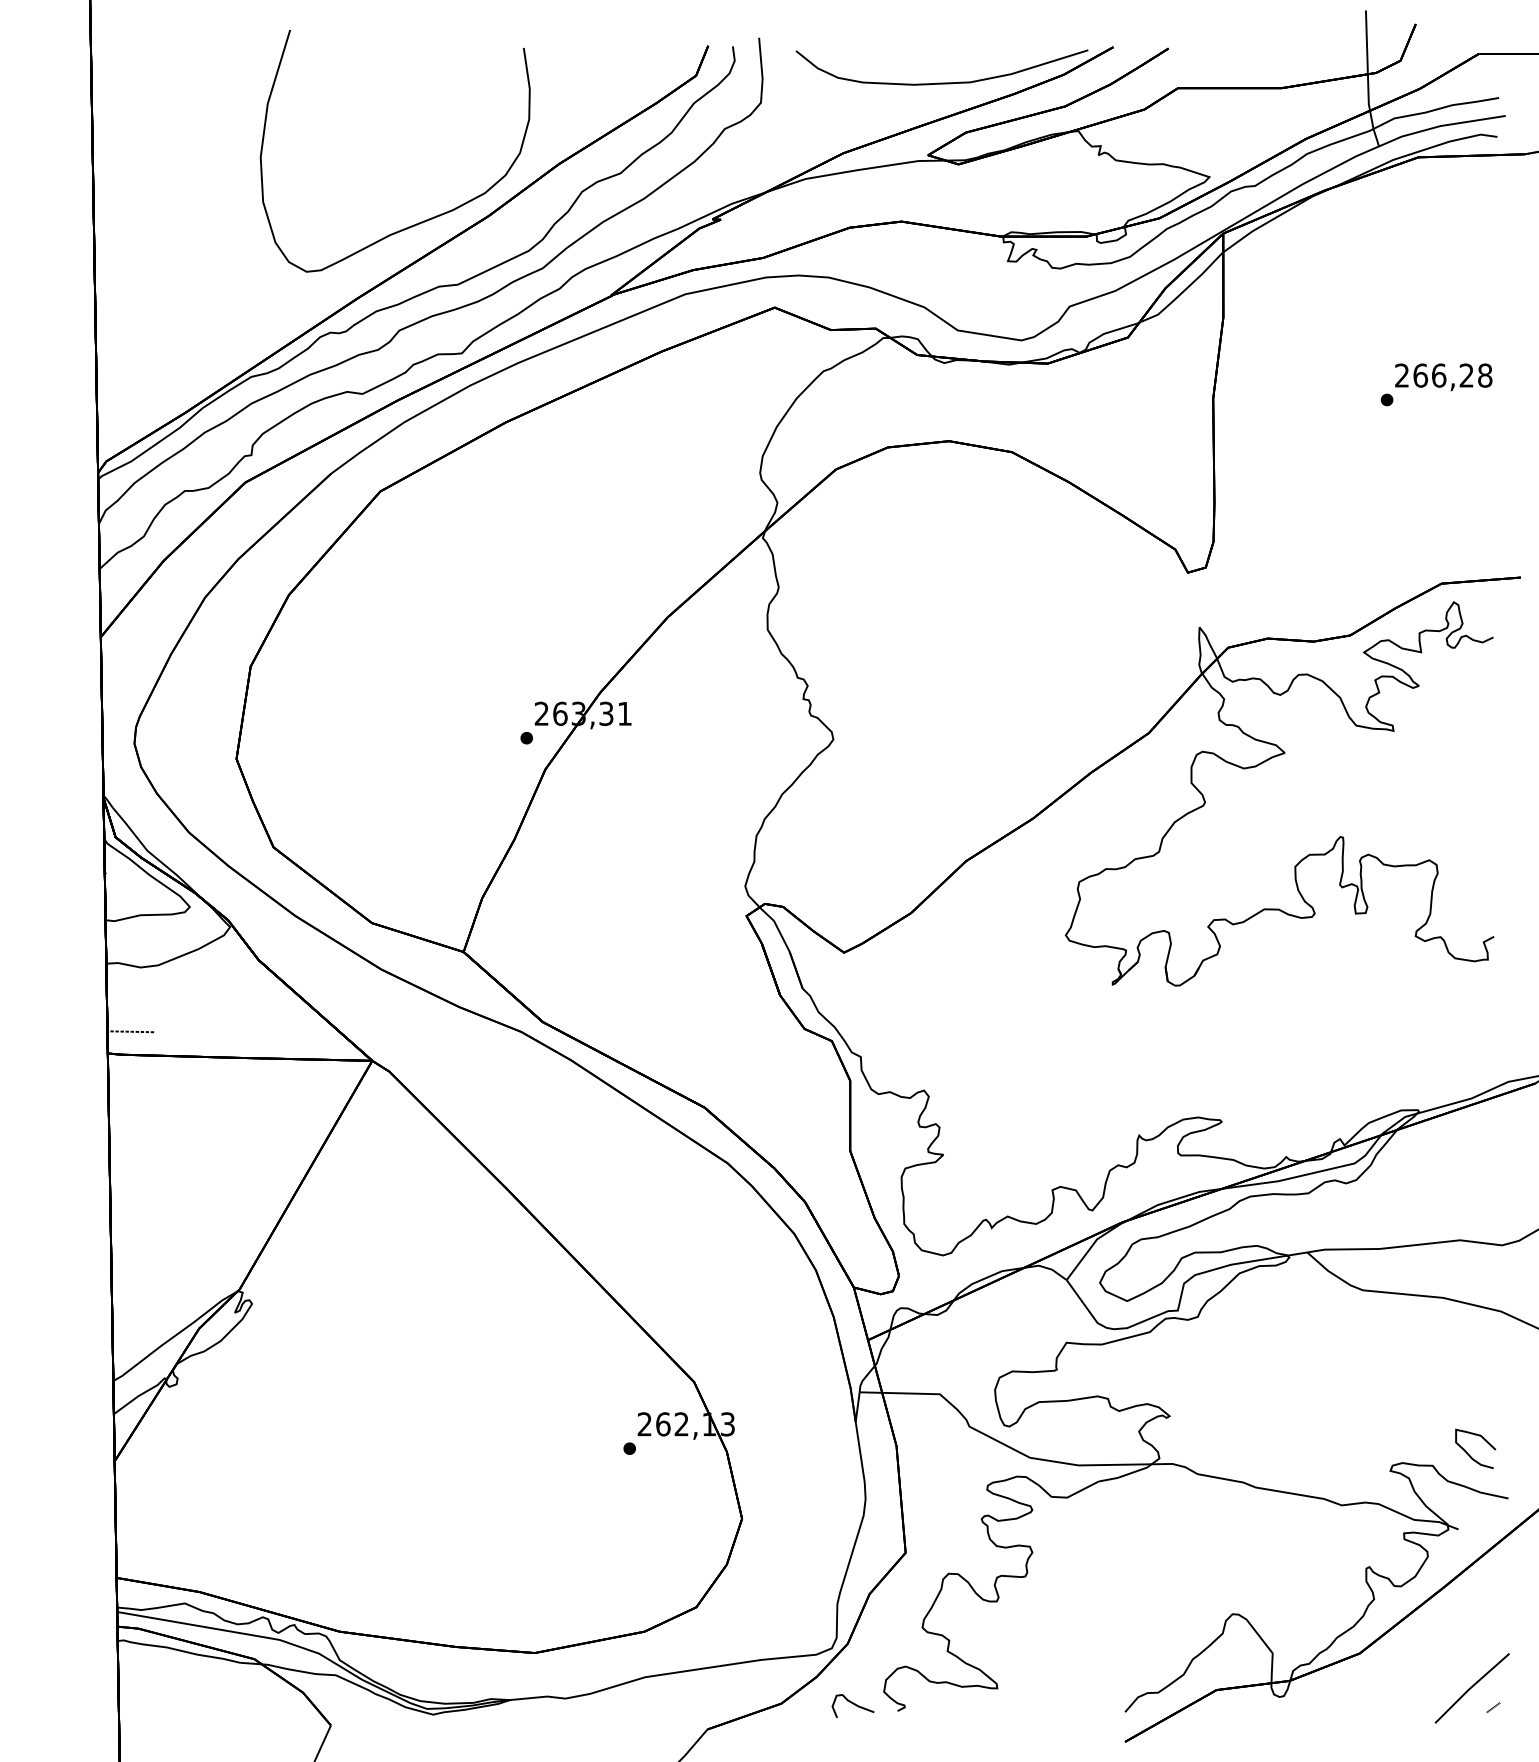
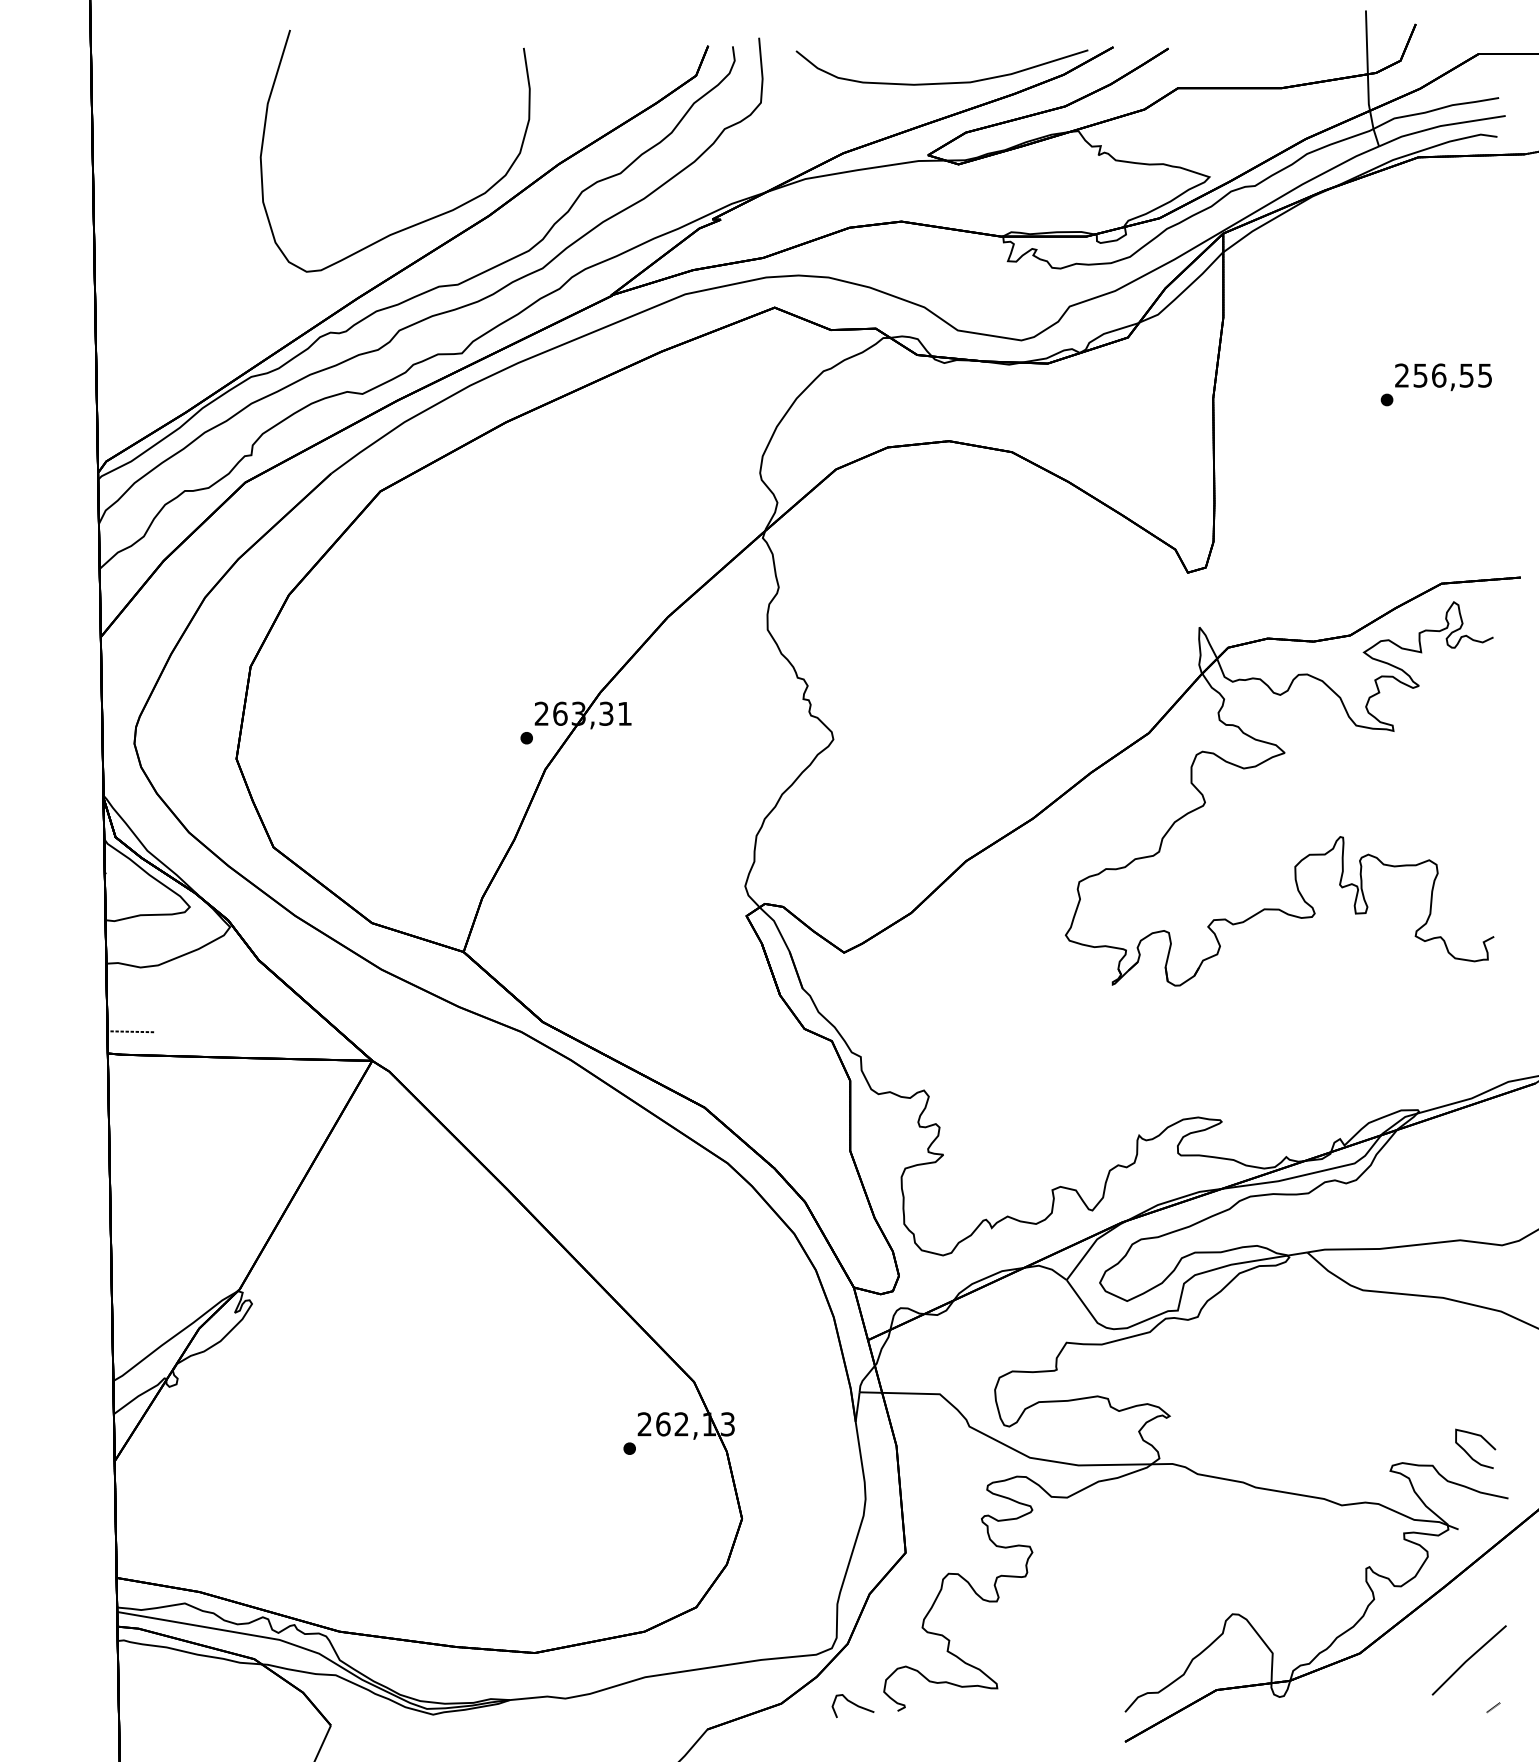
text at (1452, 375): 266,28 -> 256,55
part at (1471, 1688) position: (1471, 1688) -> (1468, 1660)
